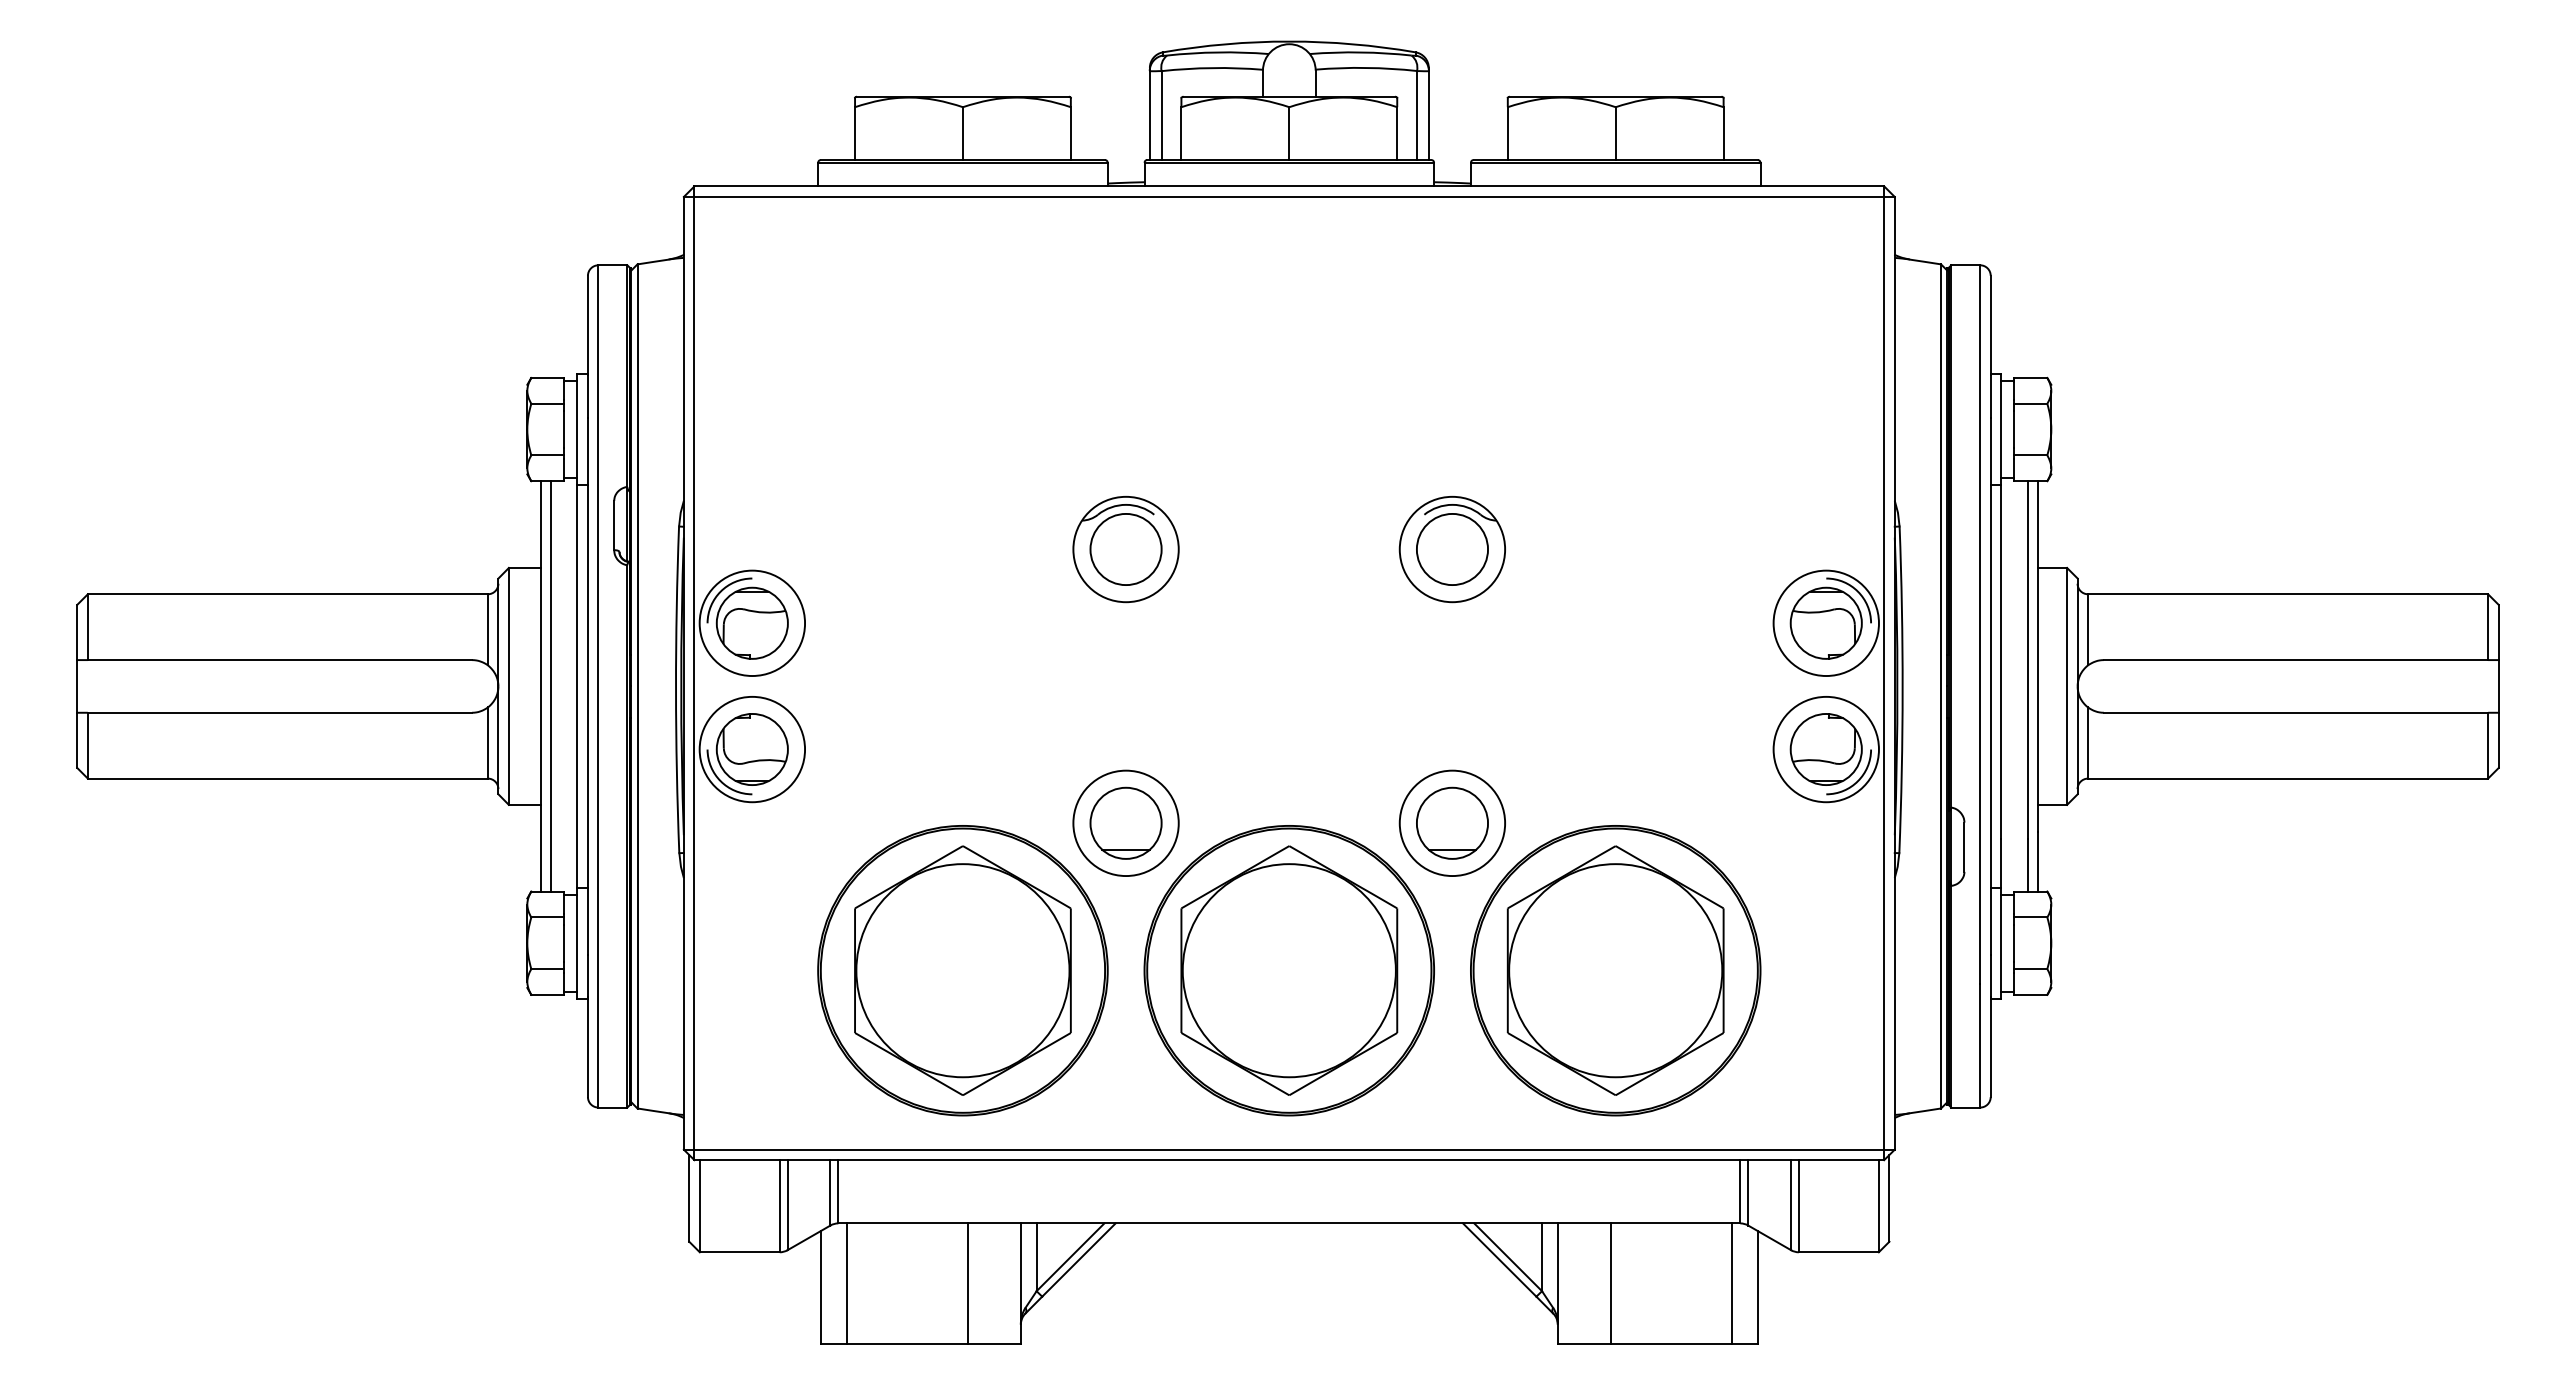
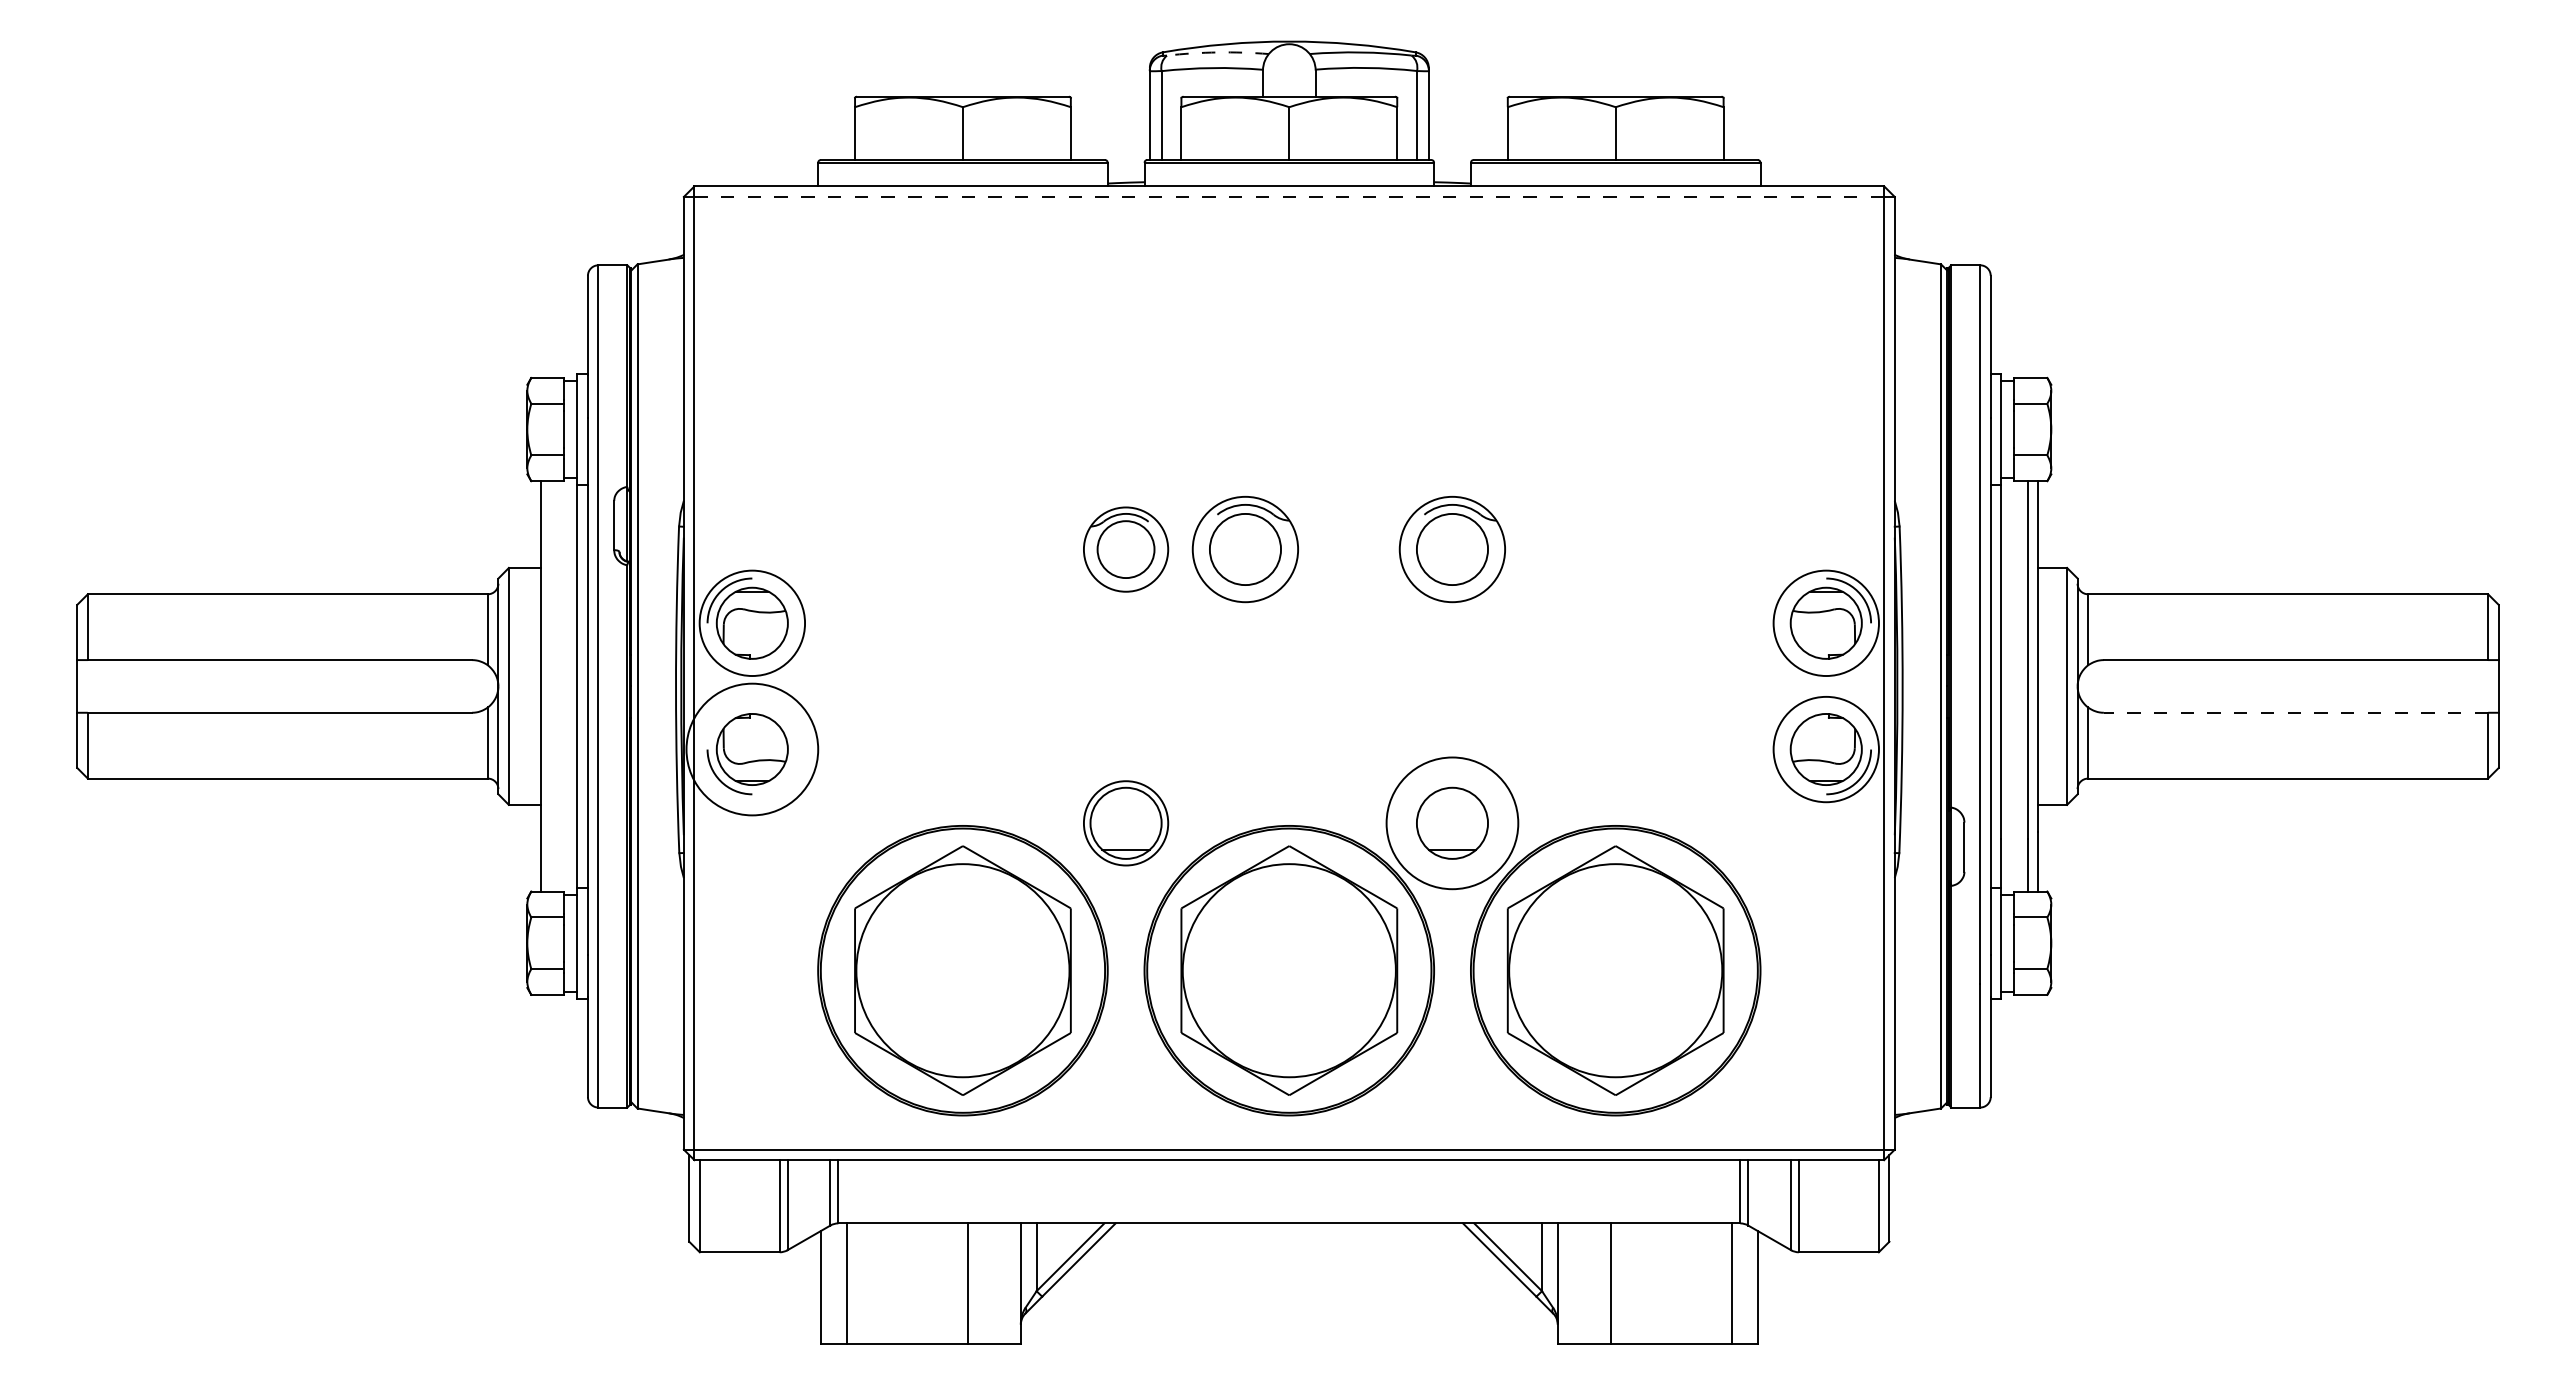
arc at (1217, 52): solid -> dashed
line at (1289, 196): solid -> dashed
part at (1125, 549) size: 108x108 px -> 87x87 px
part at (1244, 549): none -> present
line at (551, 686): present -> none
line at (2295, 712): solid -> dashed
circle at (752, 749) diameter: 105 px -> 132 px
circle at (1125, 823) diameter: 105 px -> 84 px
circle at (1452, 823) diameter: 105 px -> 132 px
